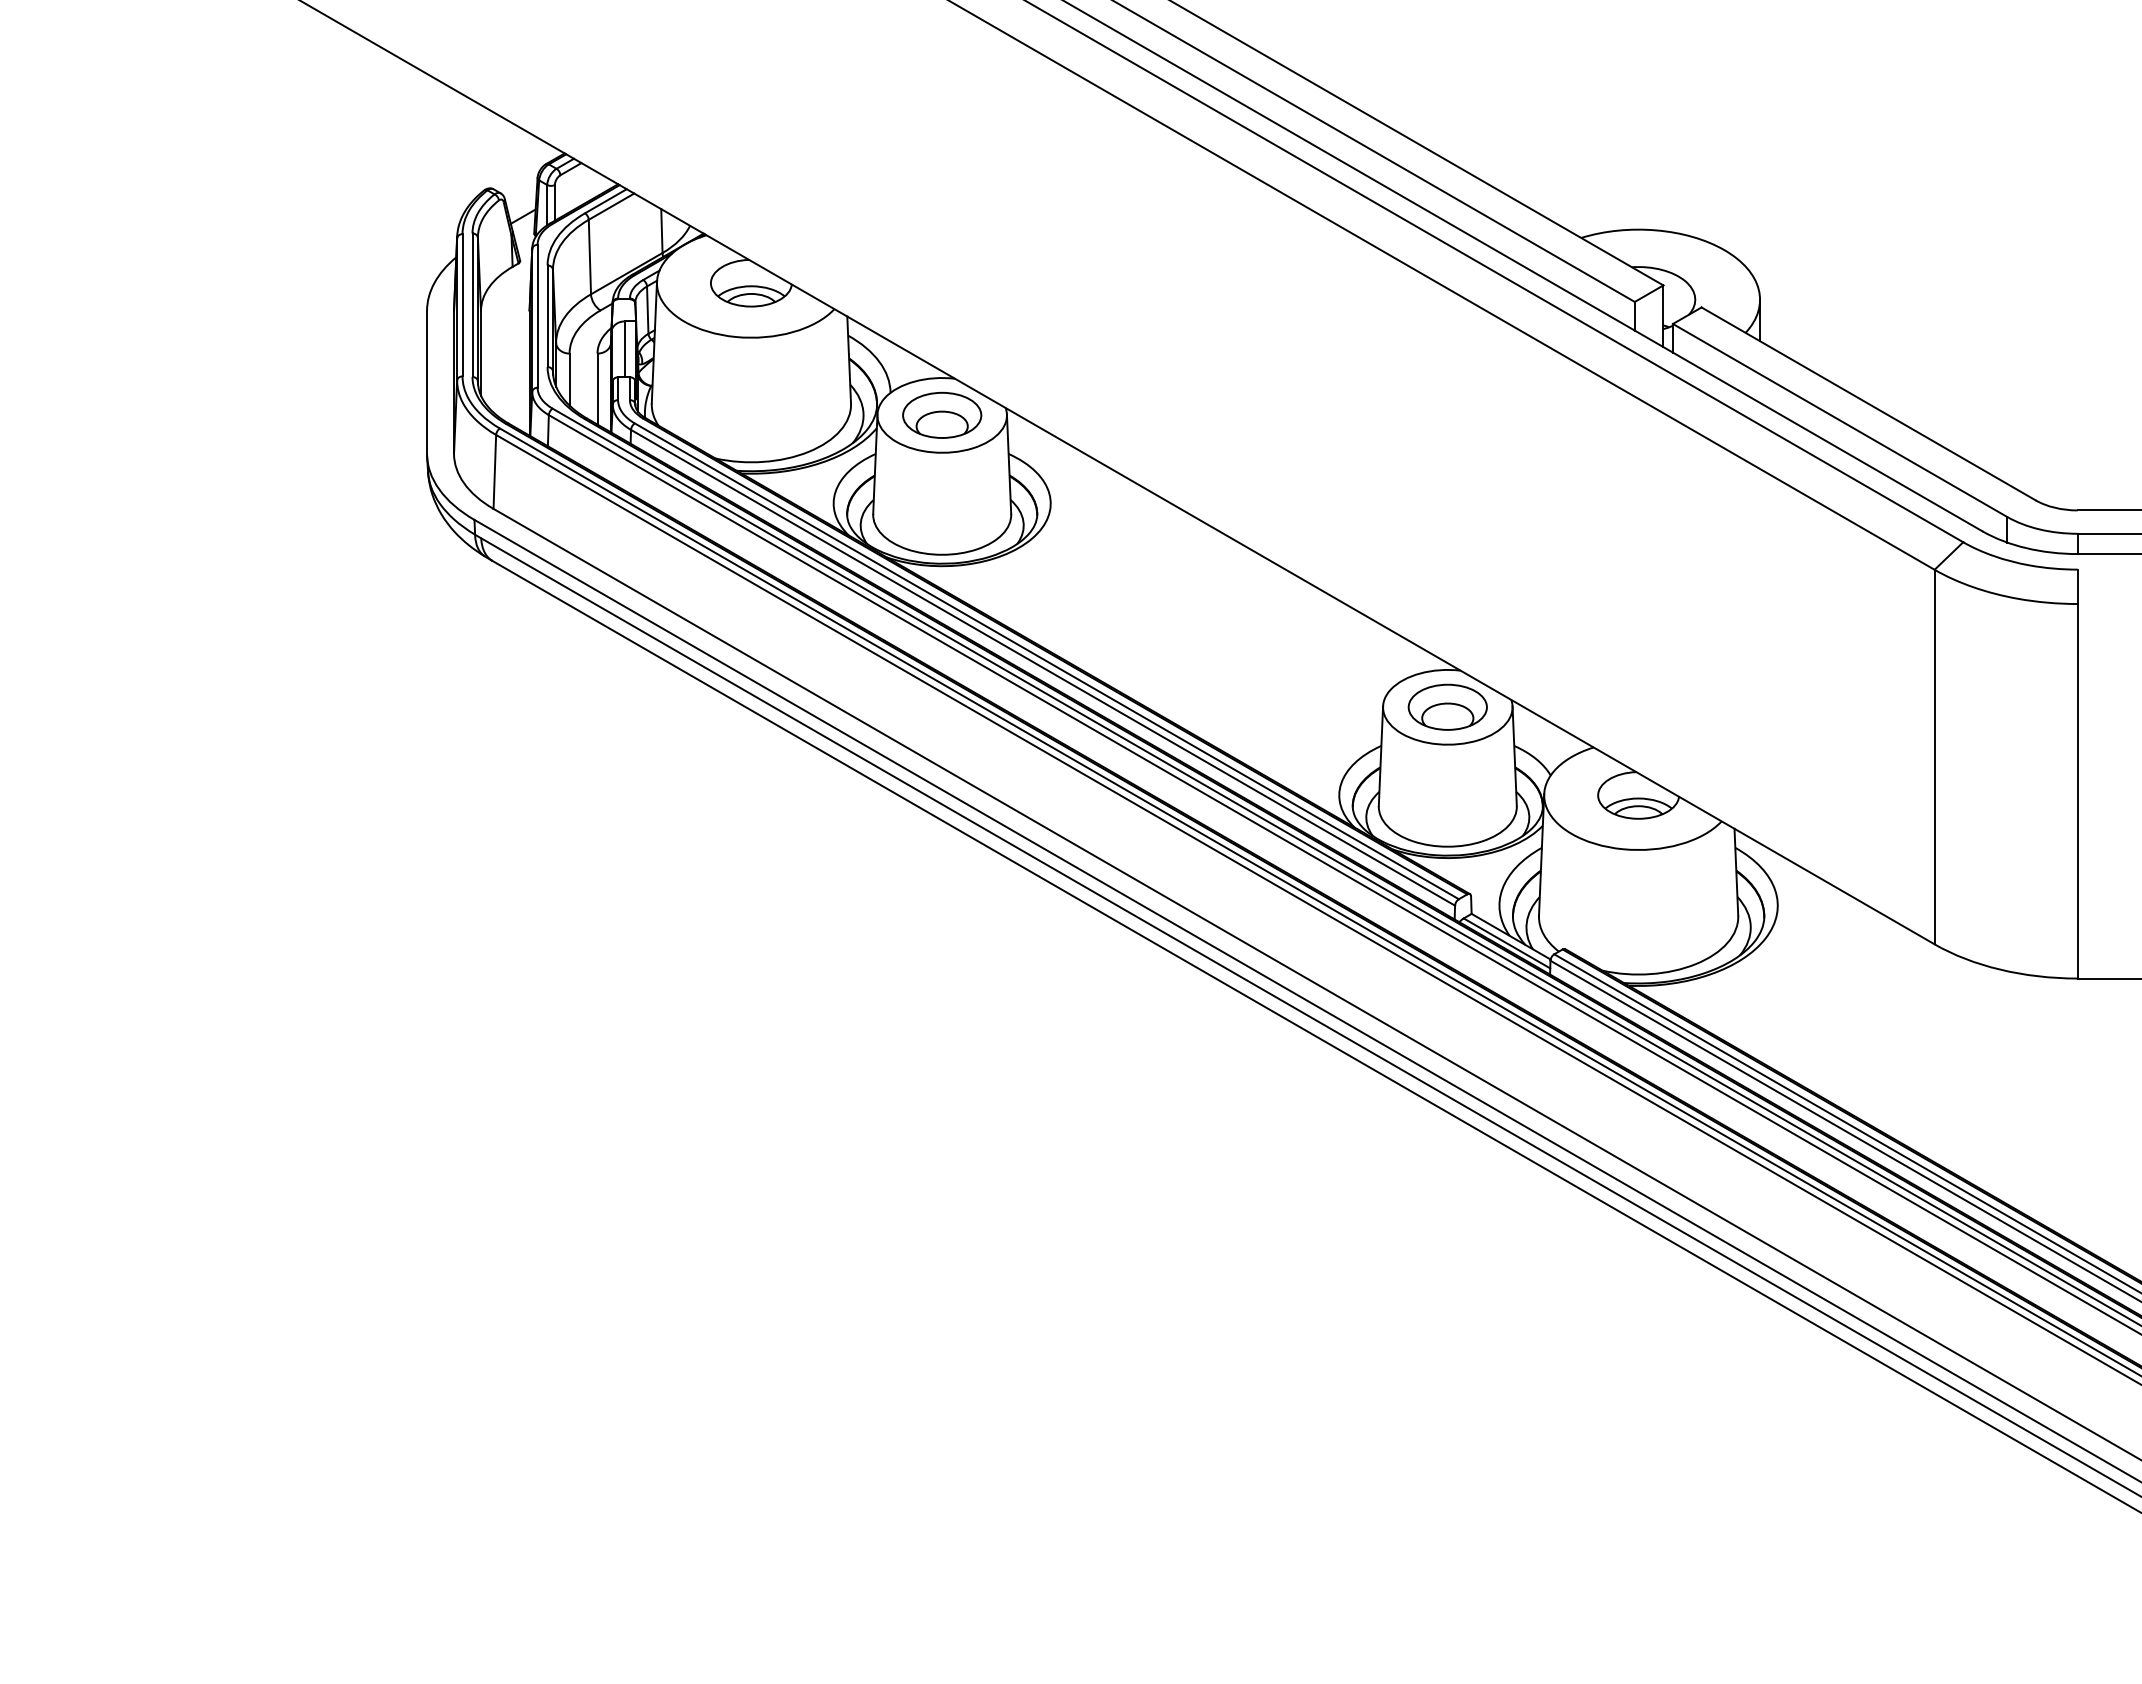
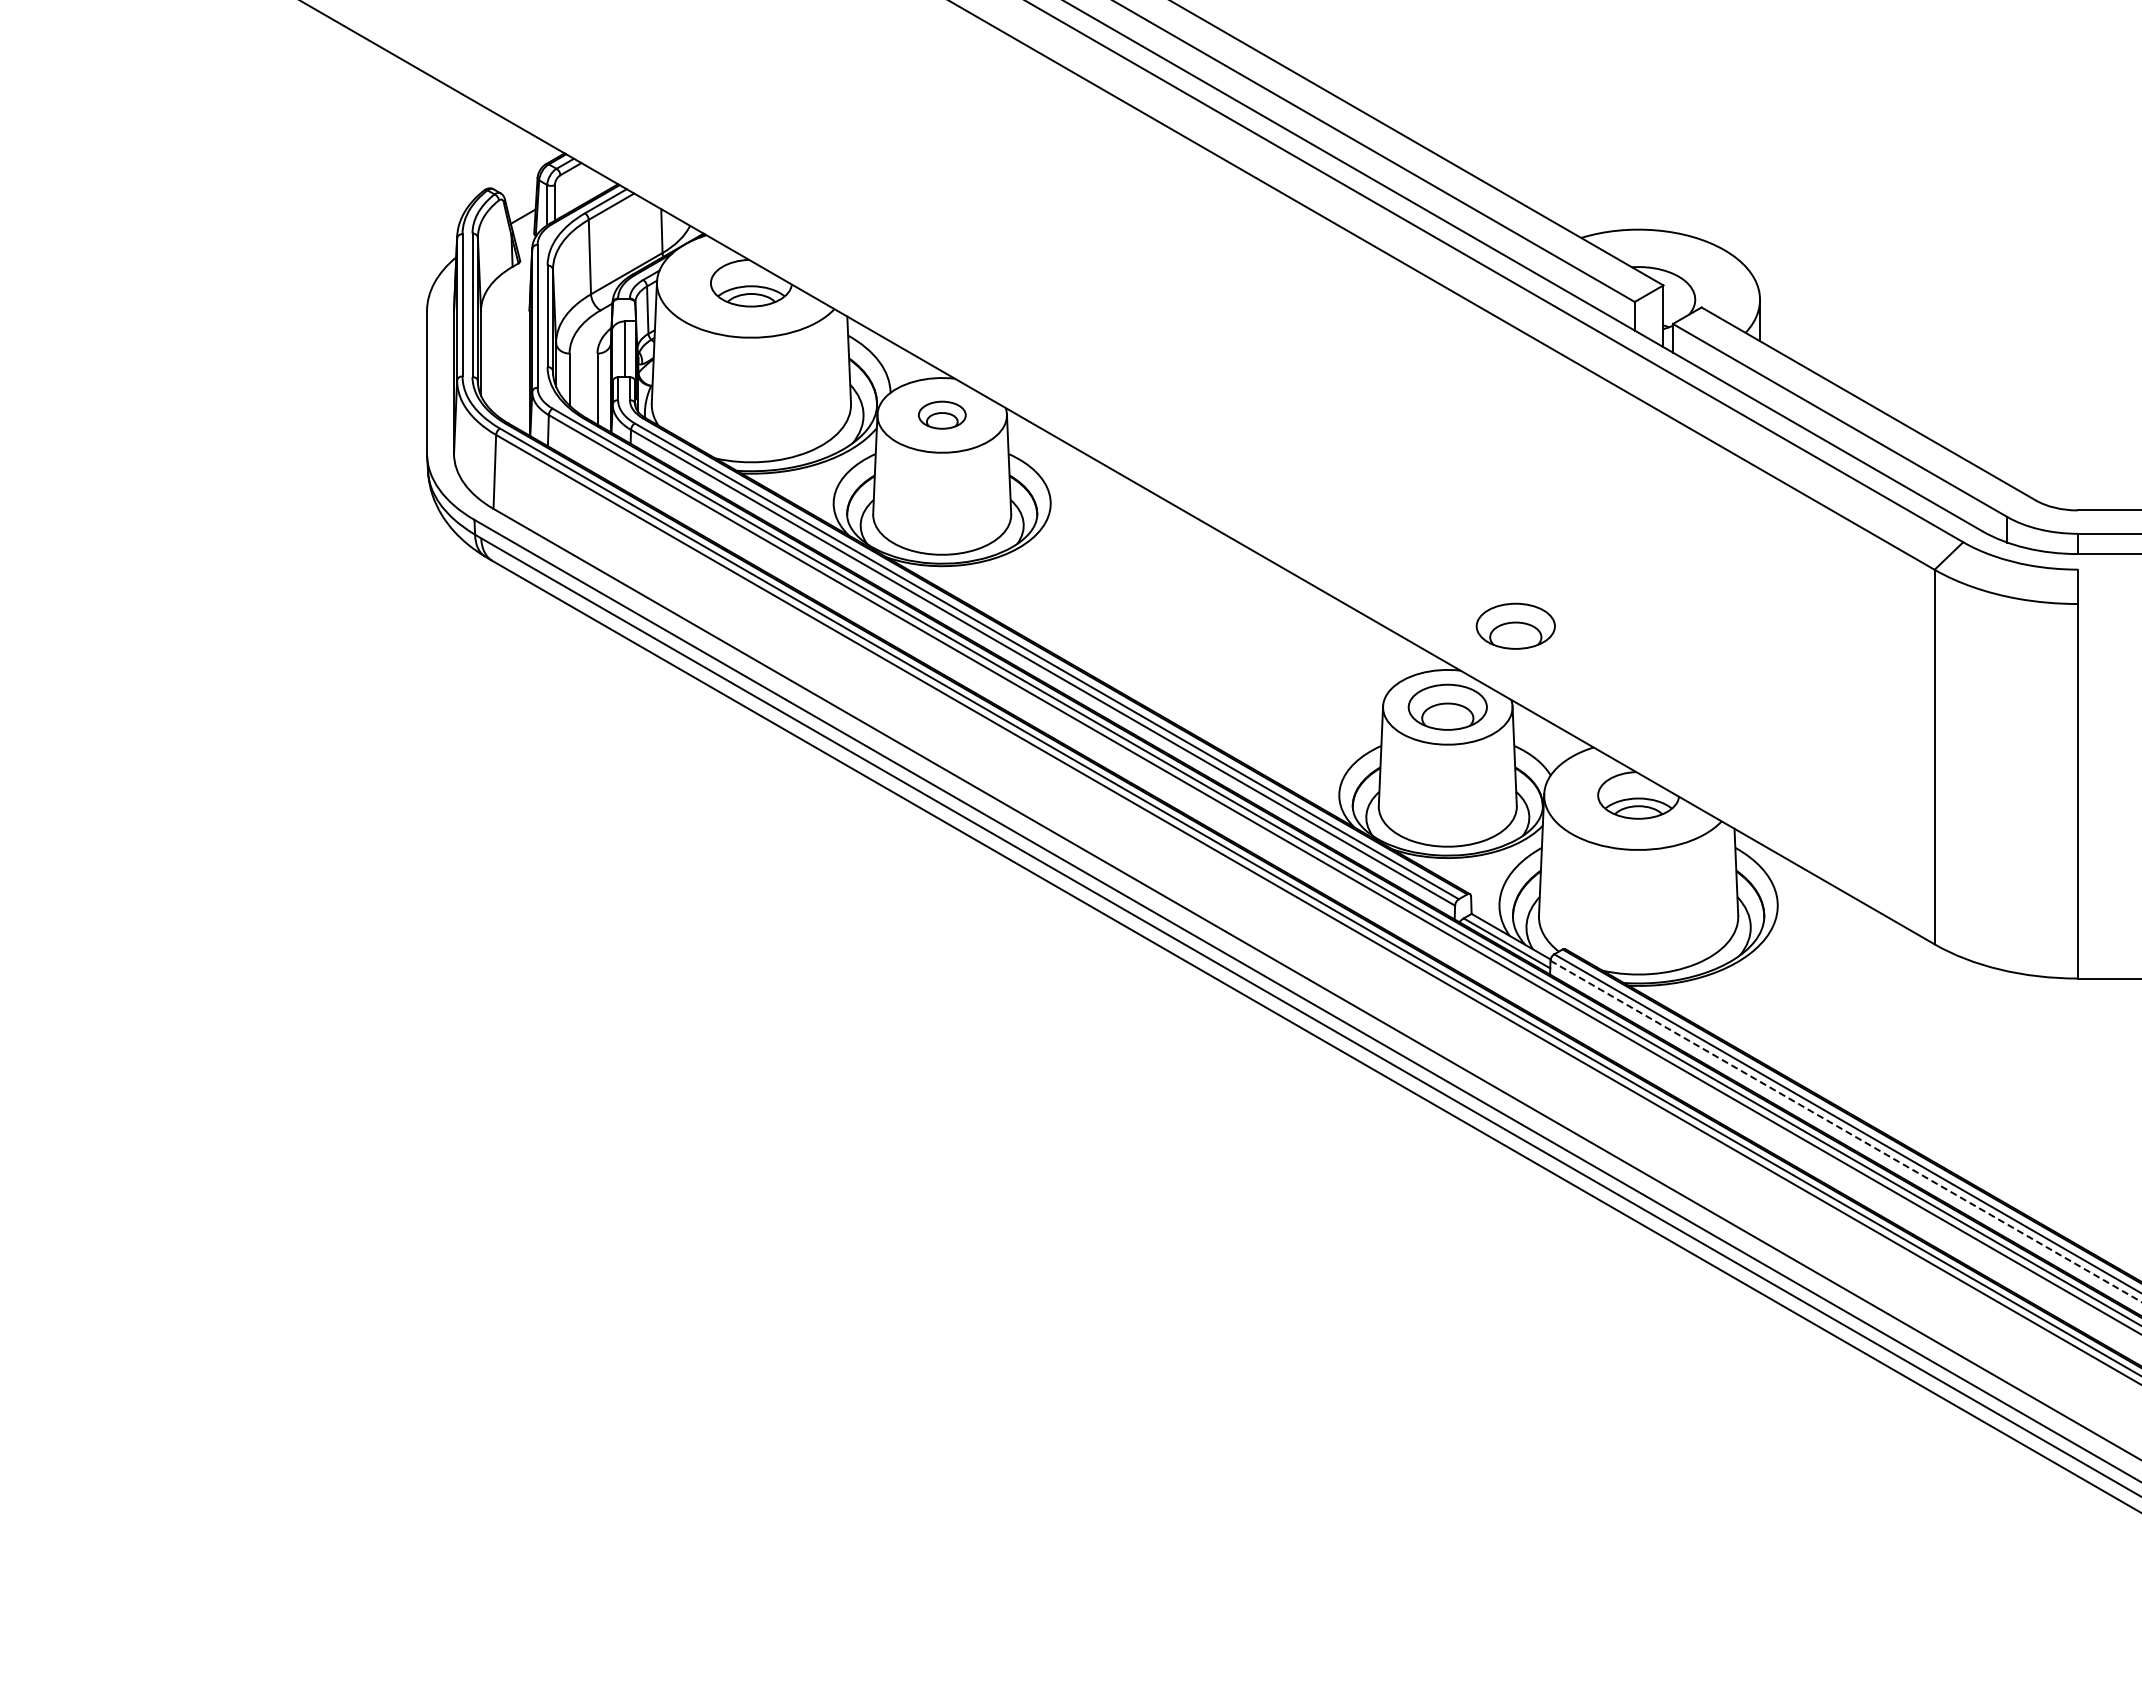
part at (942, 414) size: 81x48 px -> 49x30 px
part at (1515, 625): none -> present
line at (1846, 1131): solid -> dashed
